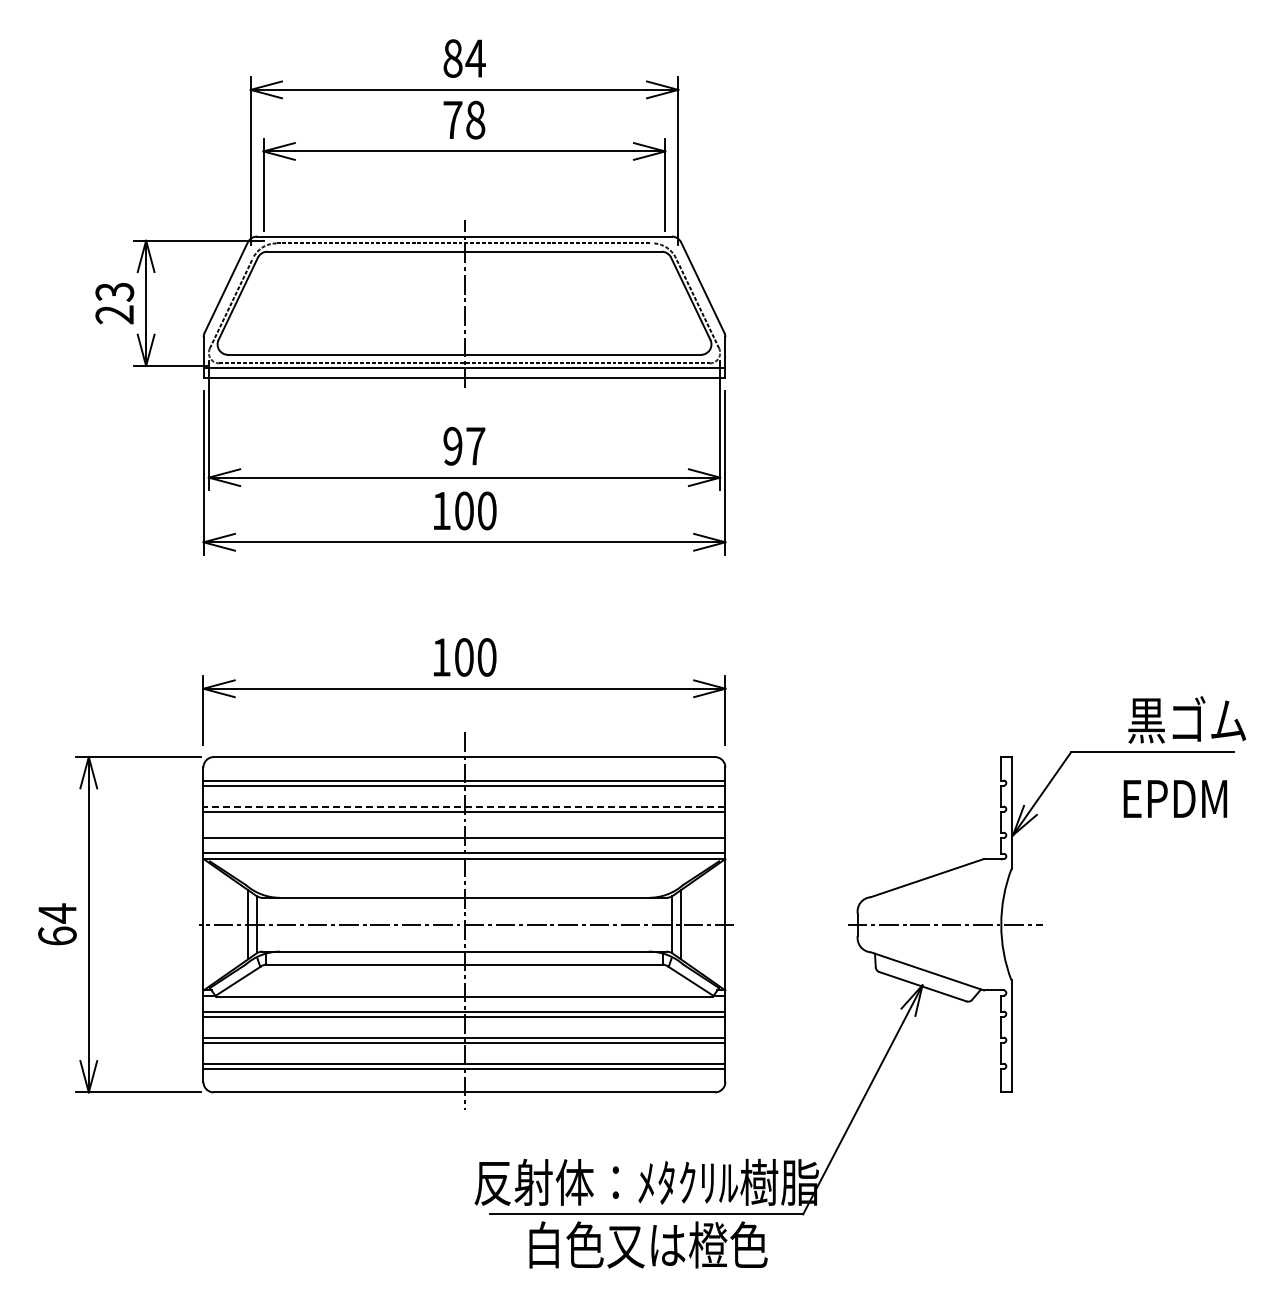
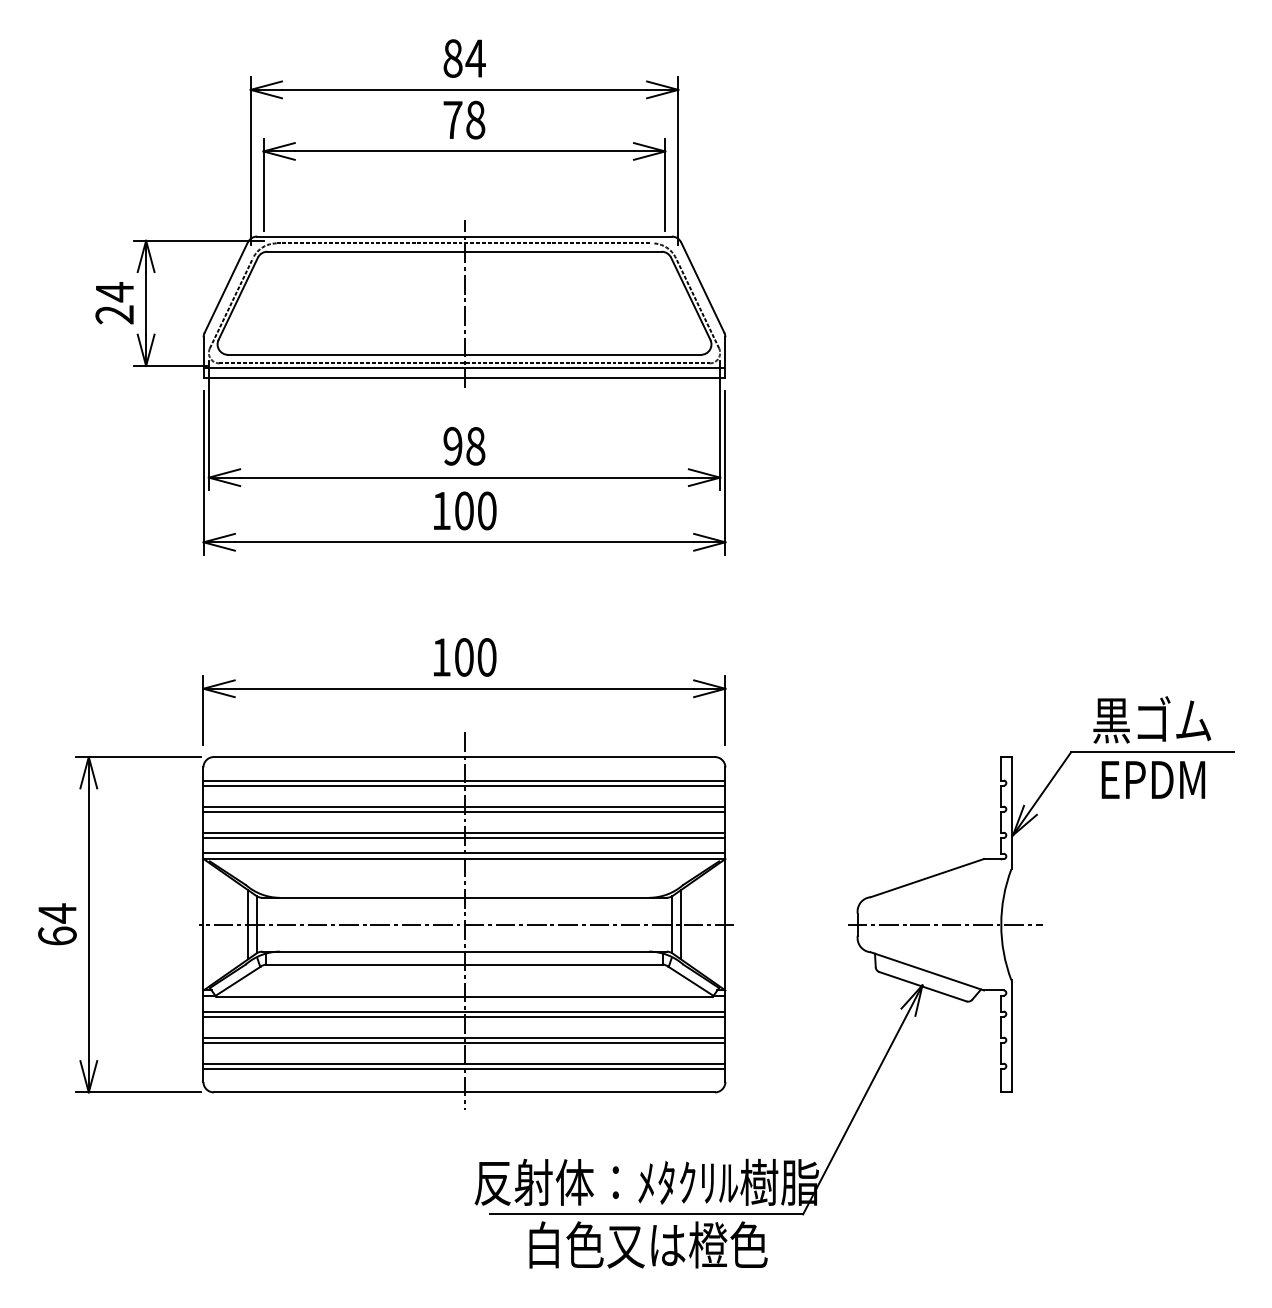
text at (114, 292): 23 -> 24
text at (475, 446): 97 -> 98
text at (1187, 719) position: (1187, 719) -> (1152, 719)
text at (1175, 798) position: (1175, 798) -> (1153, 779)
line at (464, 806): dashed -> solid
line at (464, 832): none -> present
